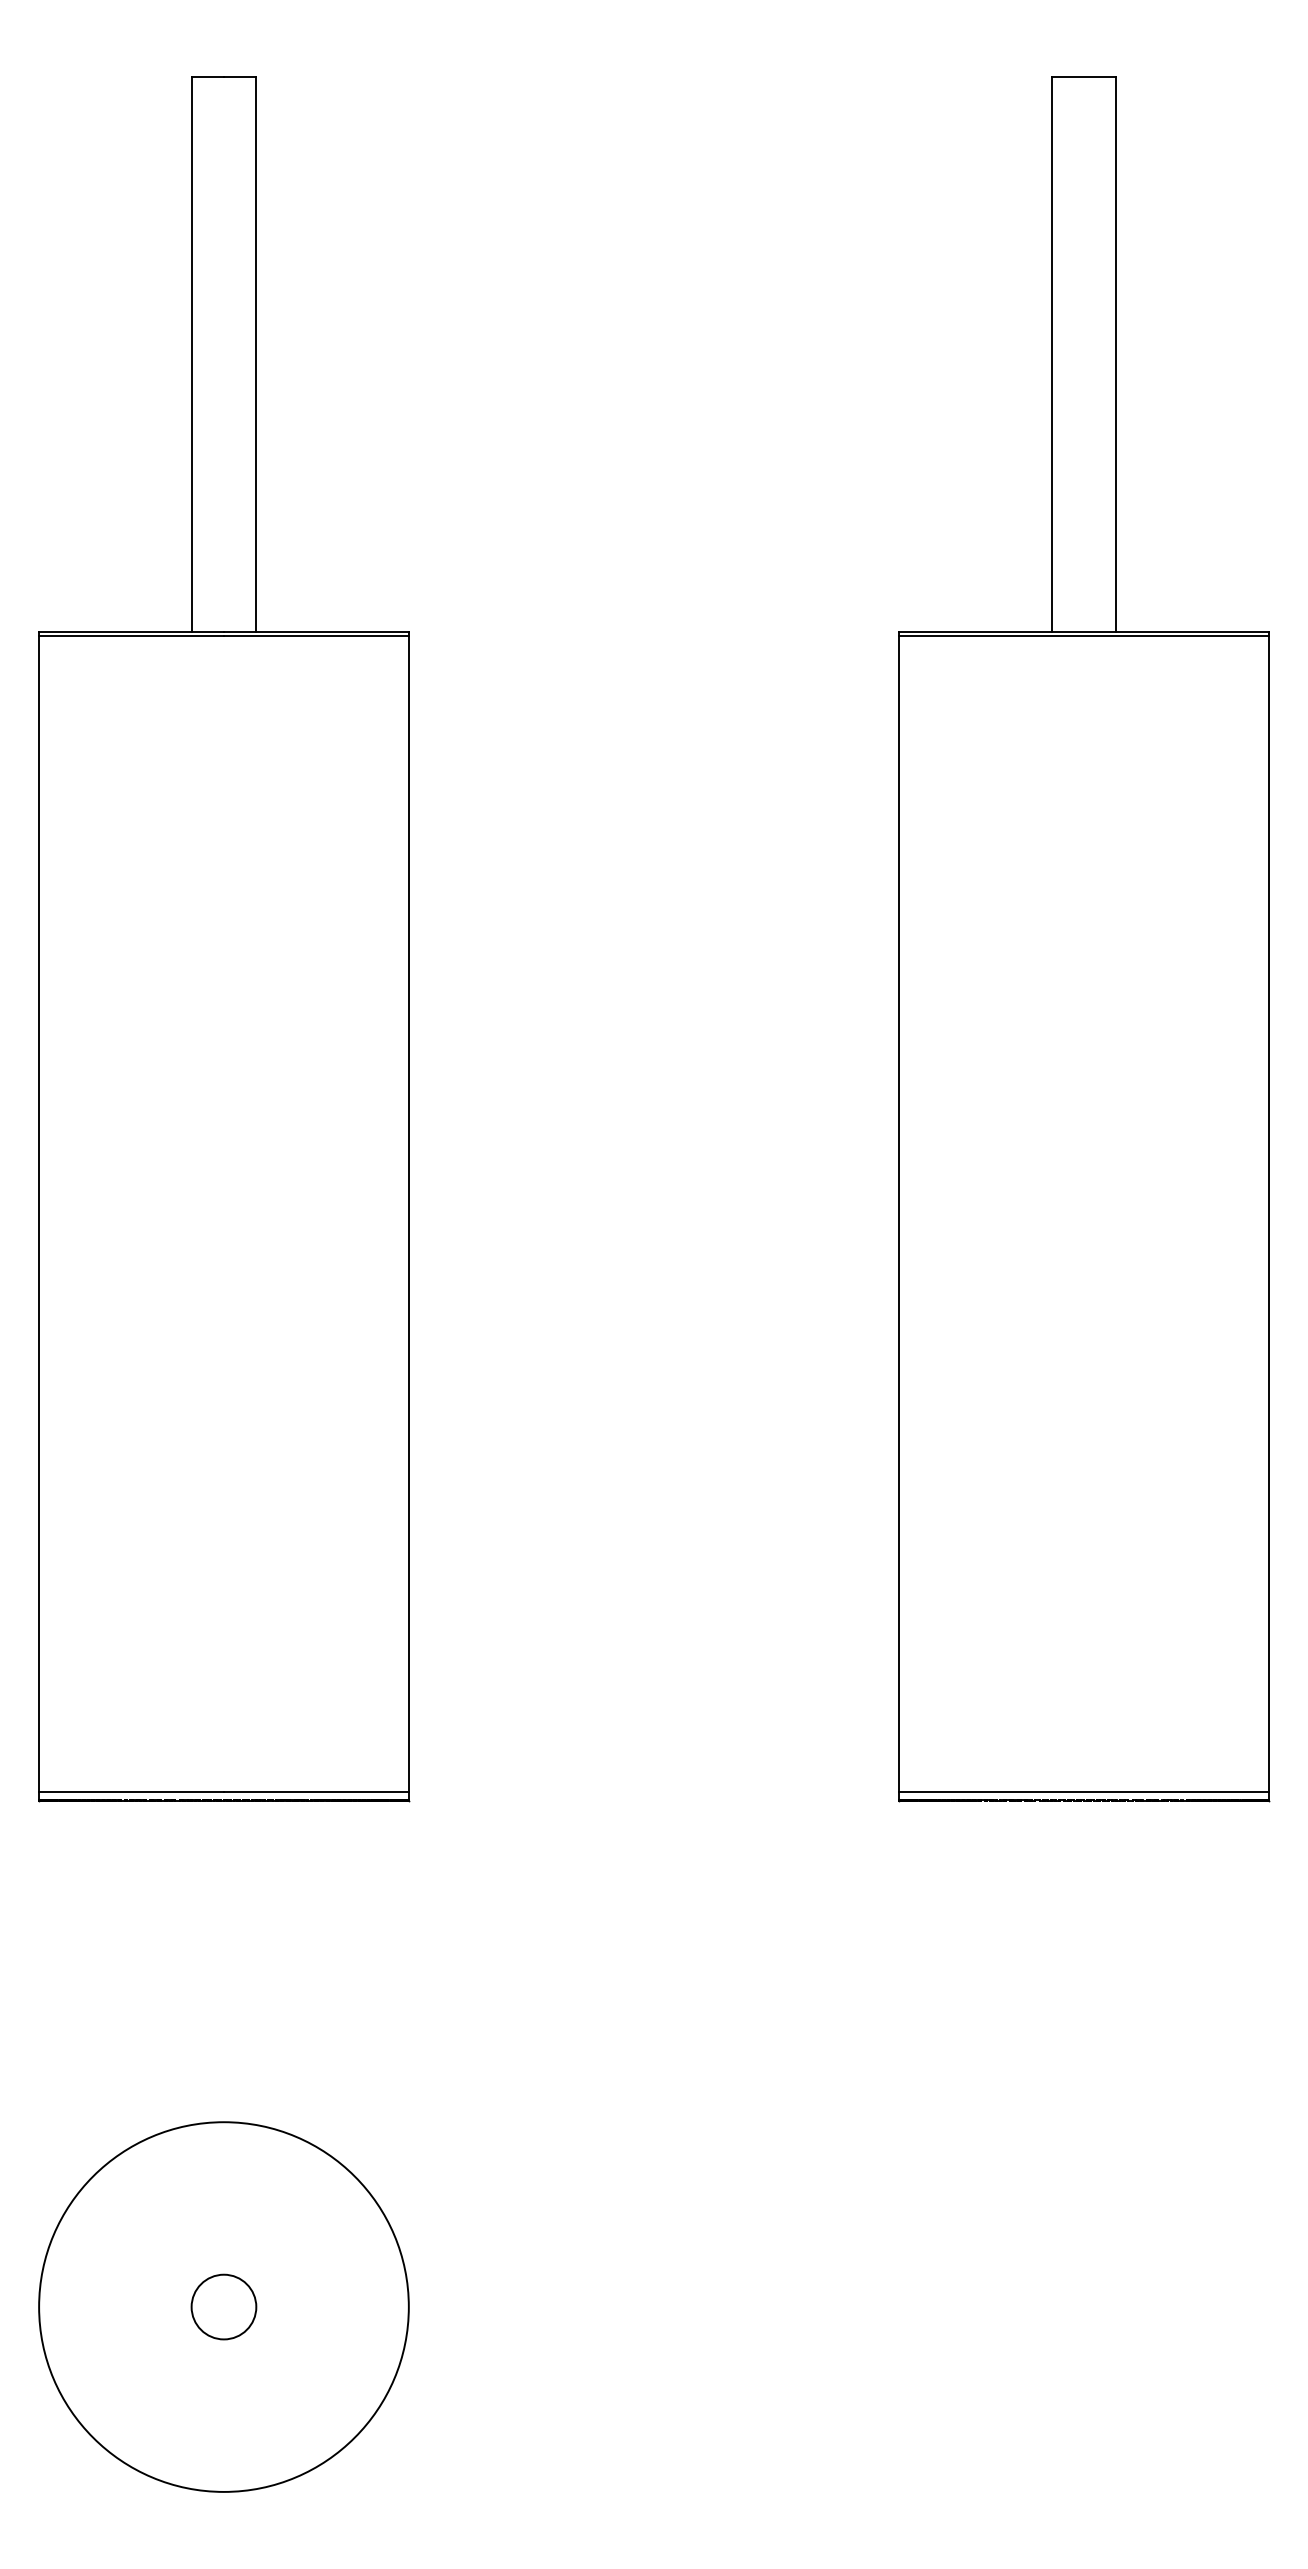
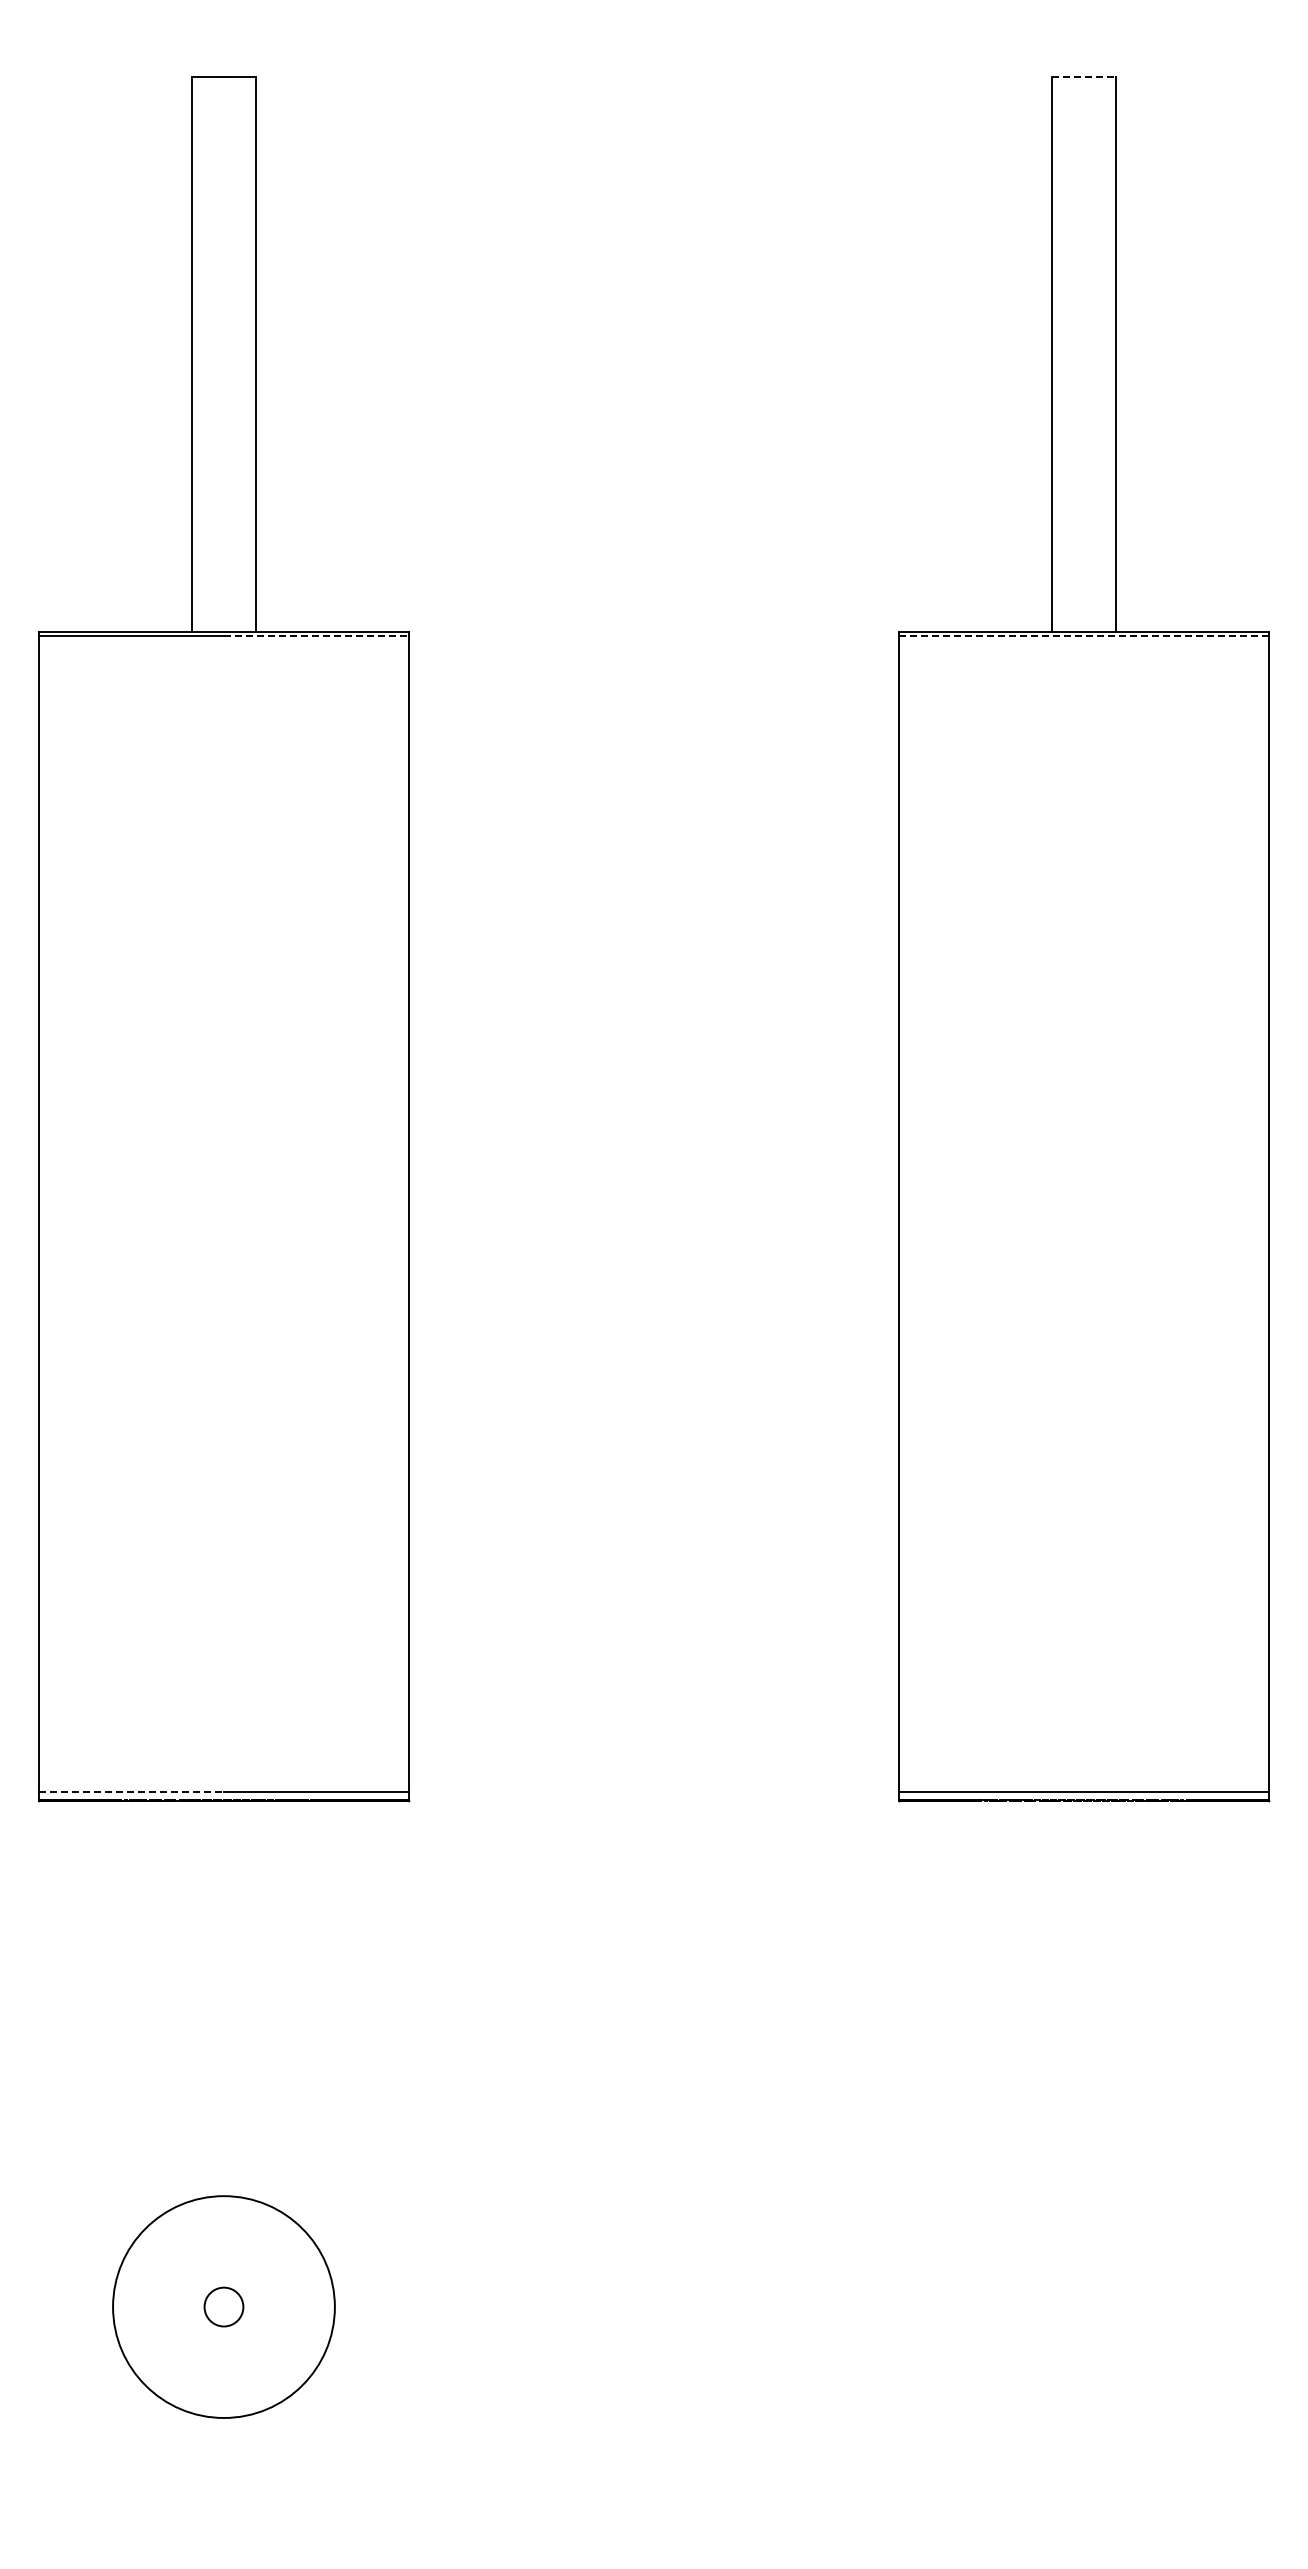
line at (1084, 77): solid -> dashed
line at (316, 636): solid -> dashed
line at (1084, 636): solid -> dashed
line at (132, 1791): solid -> dashed
circle at (223, 2306) diameter: 370 px -> 222 px
circle at (223, 2306) diameter: 65 px -> 39 px
